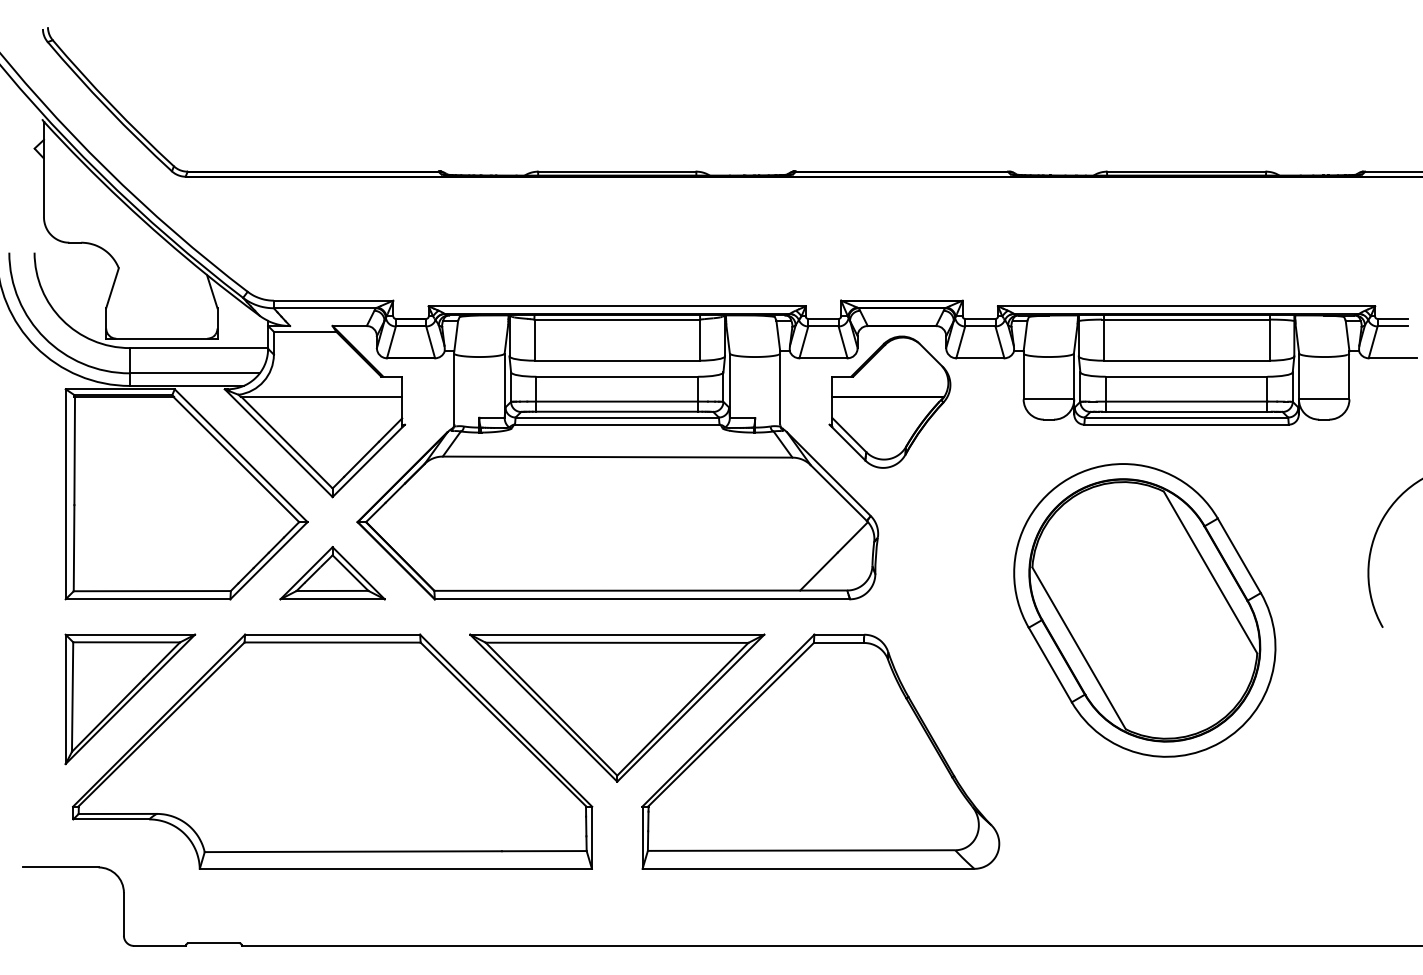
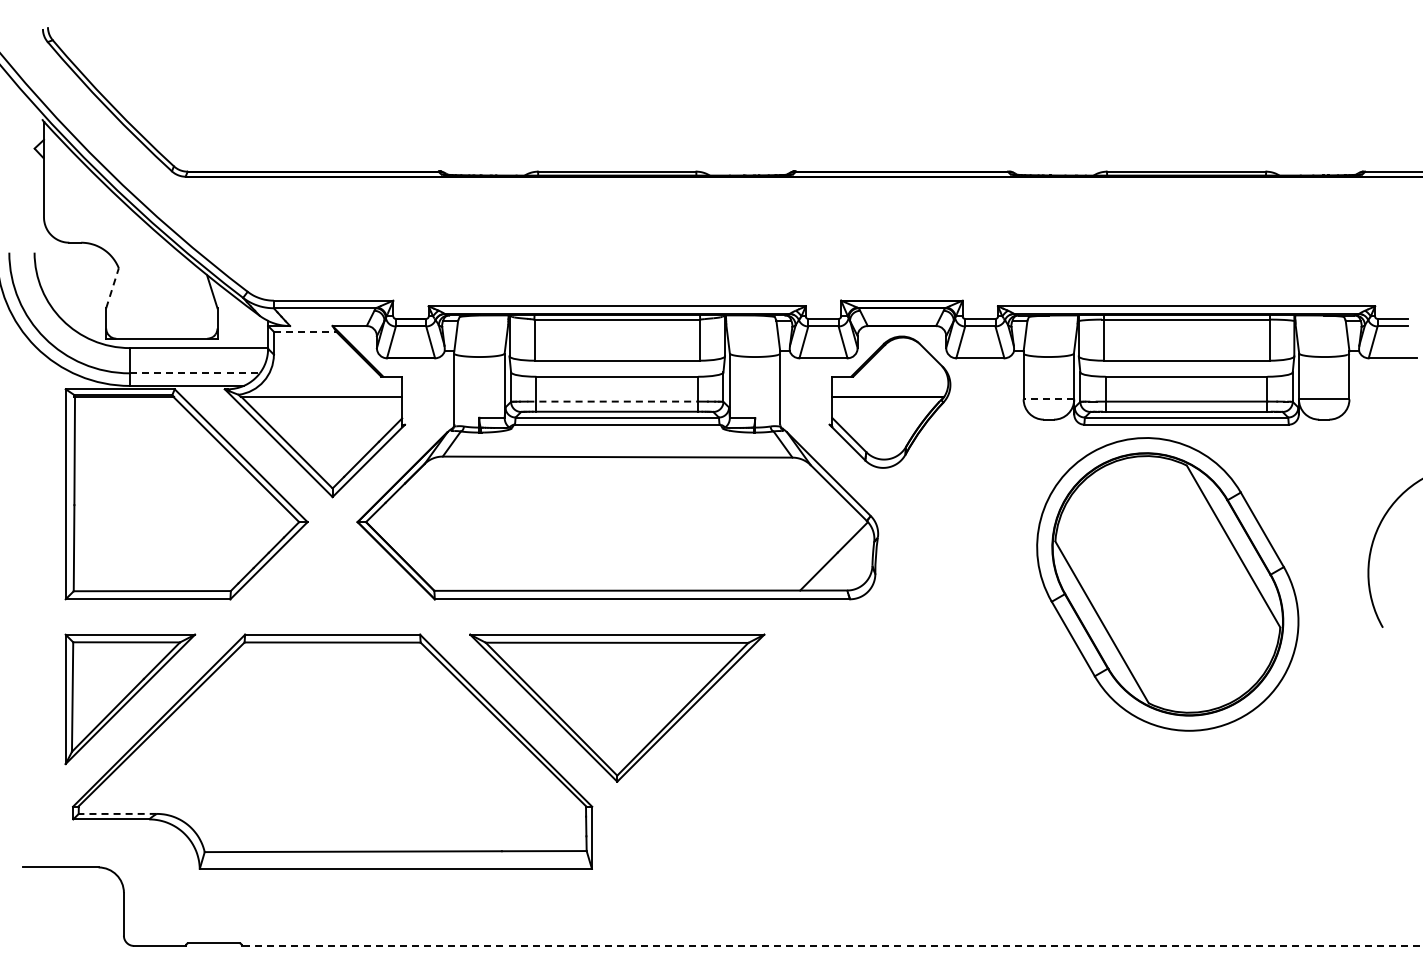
line at (112, 287): solid -> dashed
line at (305, 331): solid -> dashed
line at (194, 373): solid -> dashed
line at (1048, 399): solid -> dashed
line at (613, 401): solid -> dashed
part at (332, 573): present -> none
part at (1144, 610) position: (1144, 610) -> (1167, 584)
part at (820, 751): present -> none
line at (117, 813): solid -> dashed
line at (832, 945): solid -> dashed
